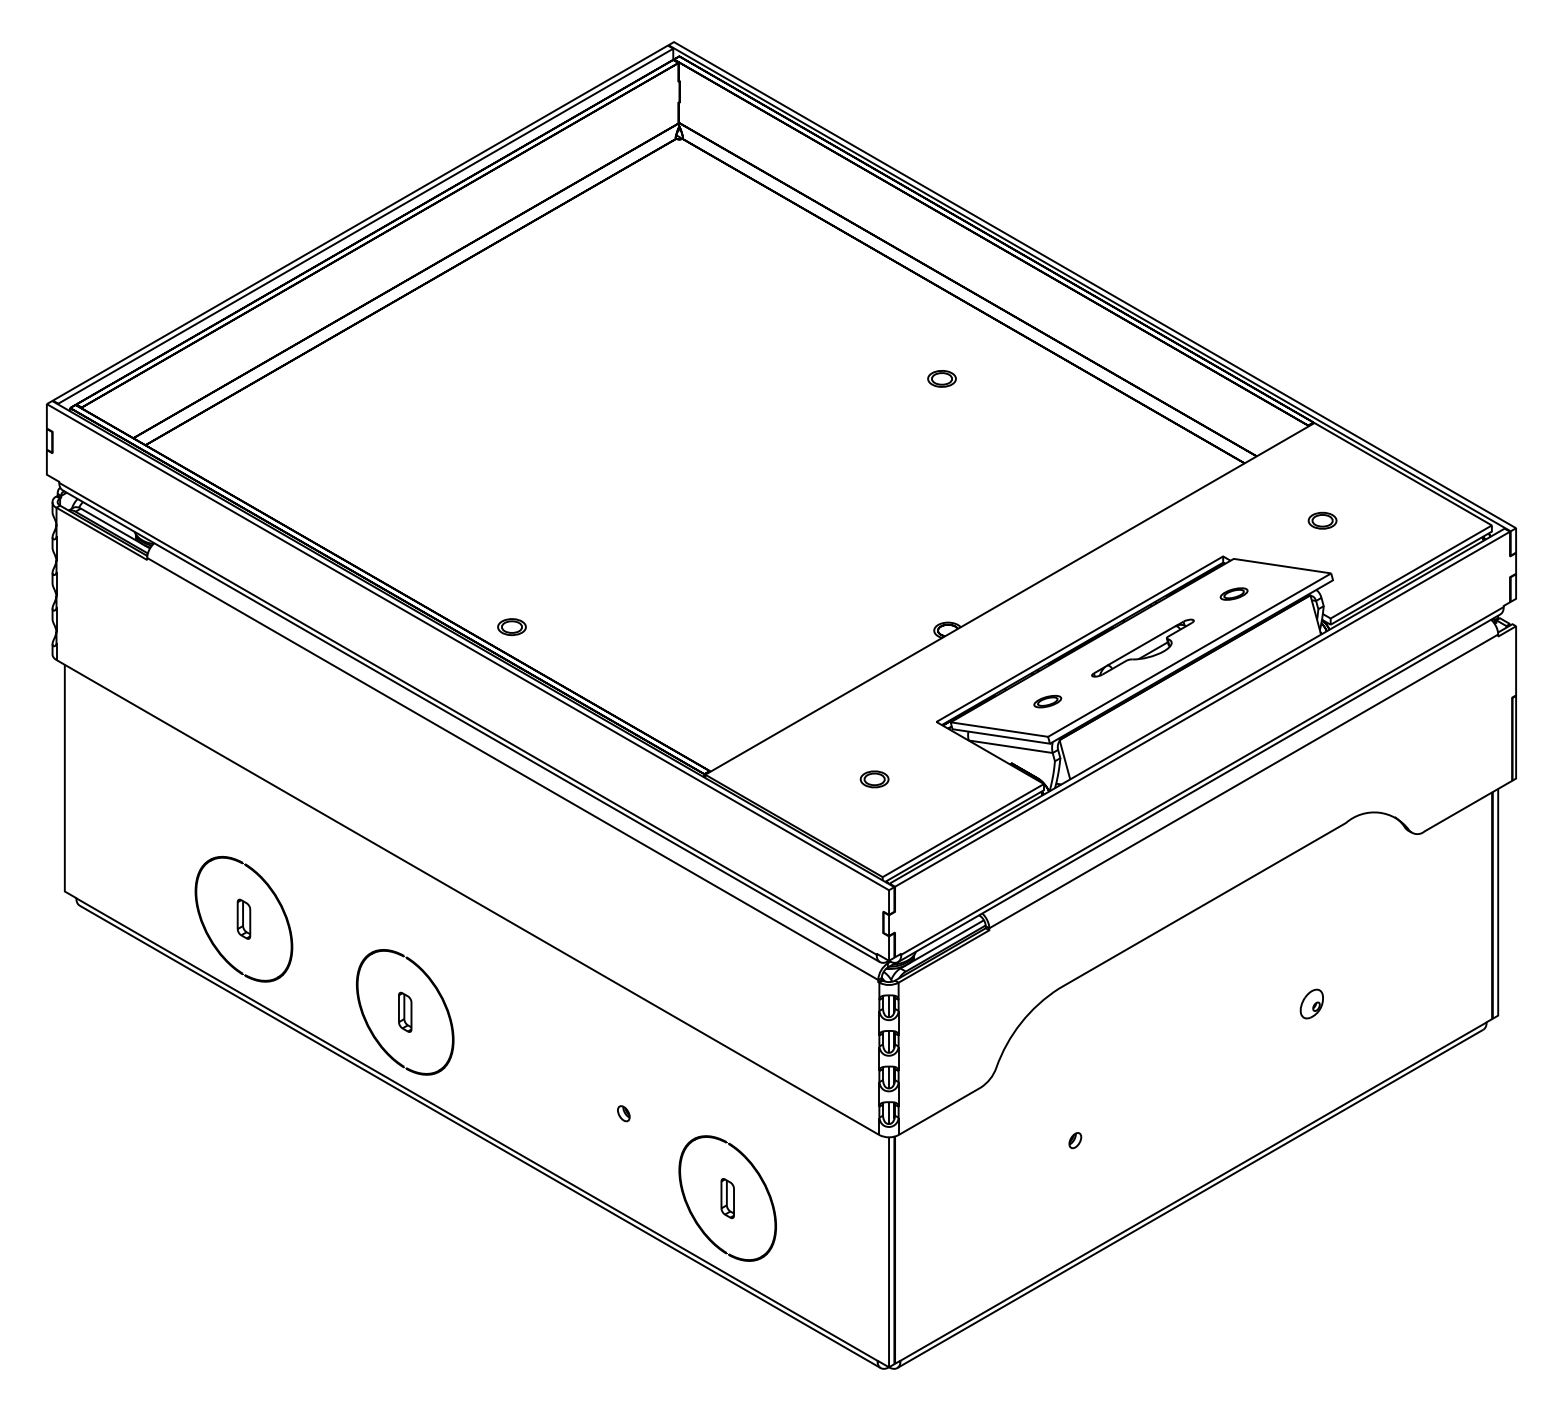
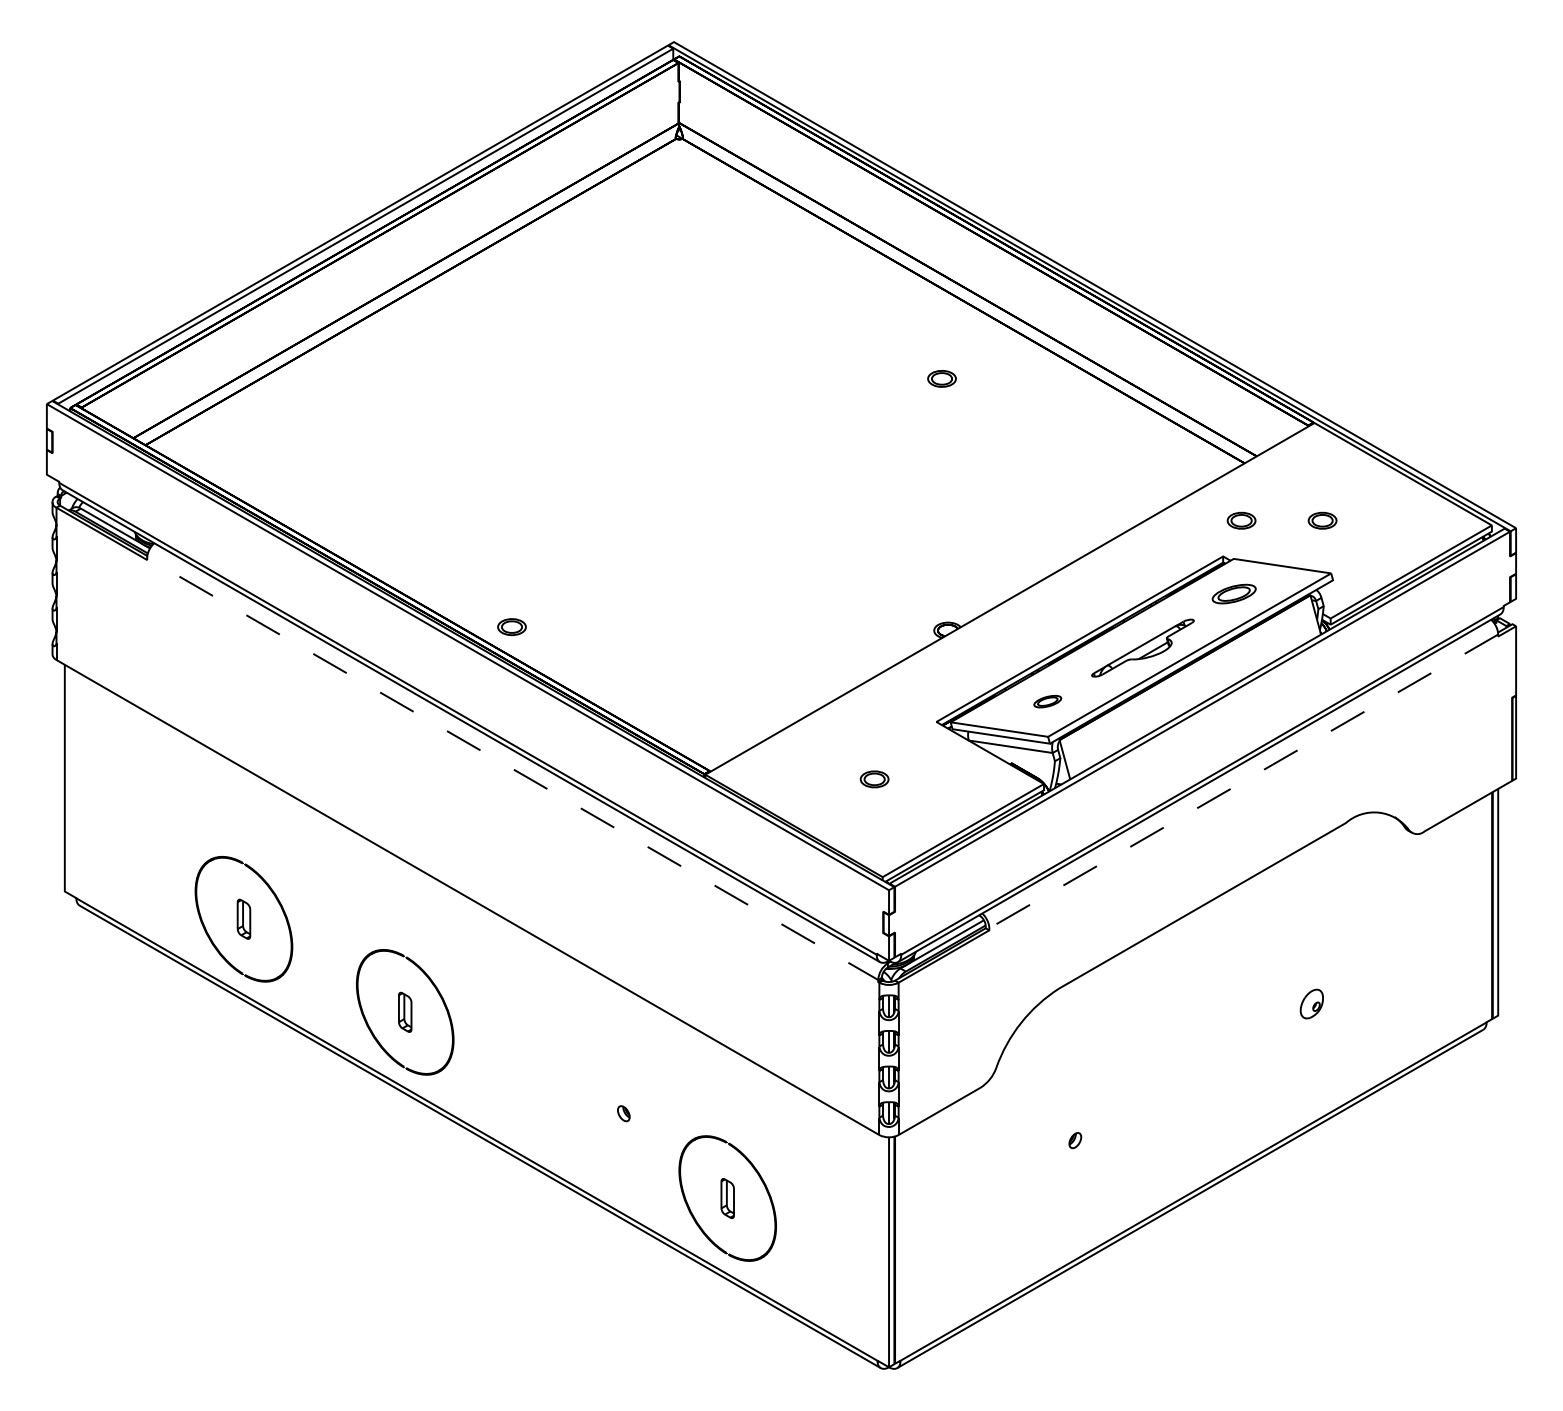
part at (1241, 520): none -> present
part at (1233, 593) size: 30x14 px -> 46x22 px
line at (514, 770): solid -> dashed
line at (1241, 782): solid -> dashed
